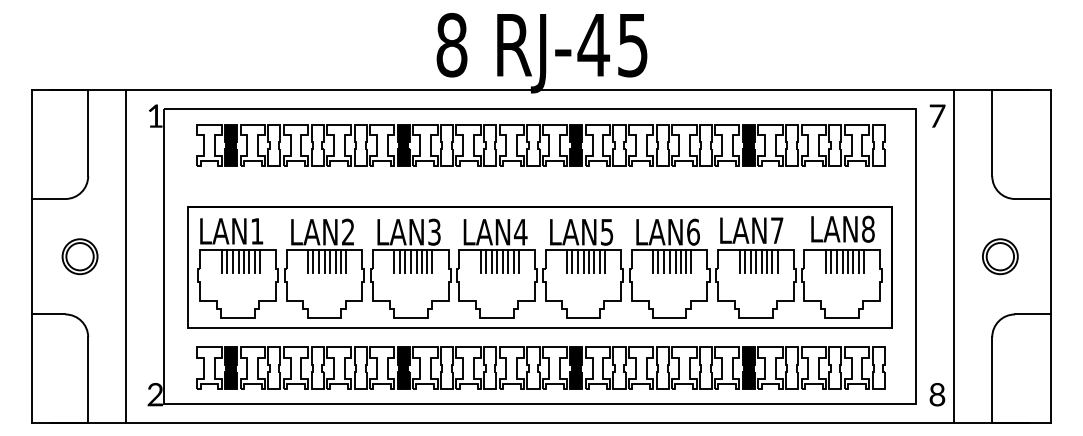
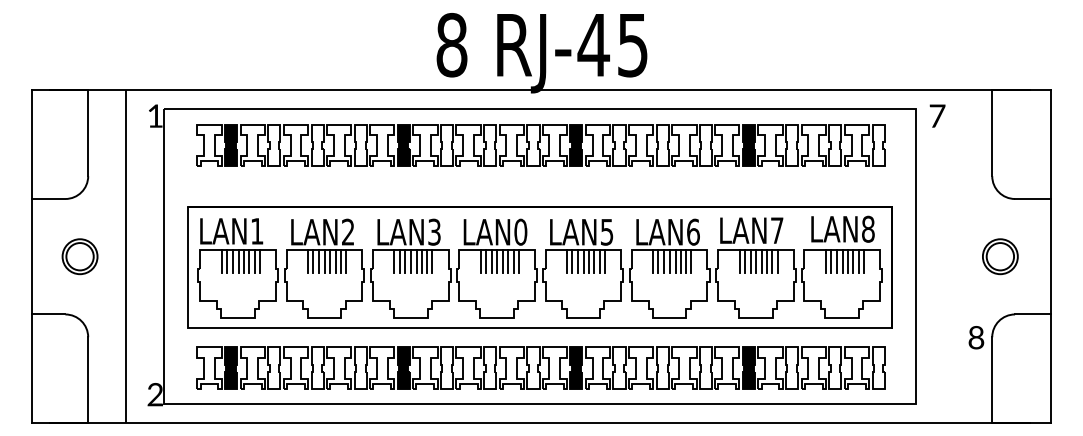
text at (520, 231): LAN4 -> LAN0
line at (954, 256): present -> none
text at (937, 394) position: (937, 394) -> (976, 337)
